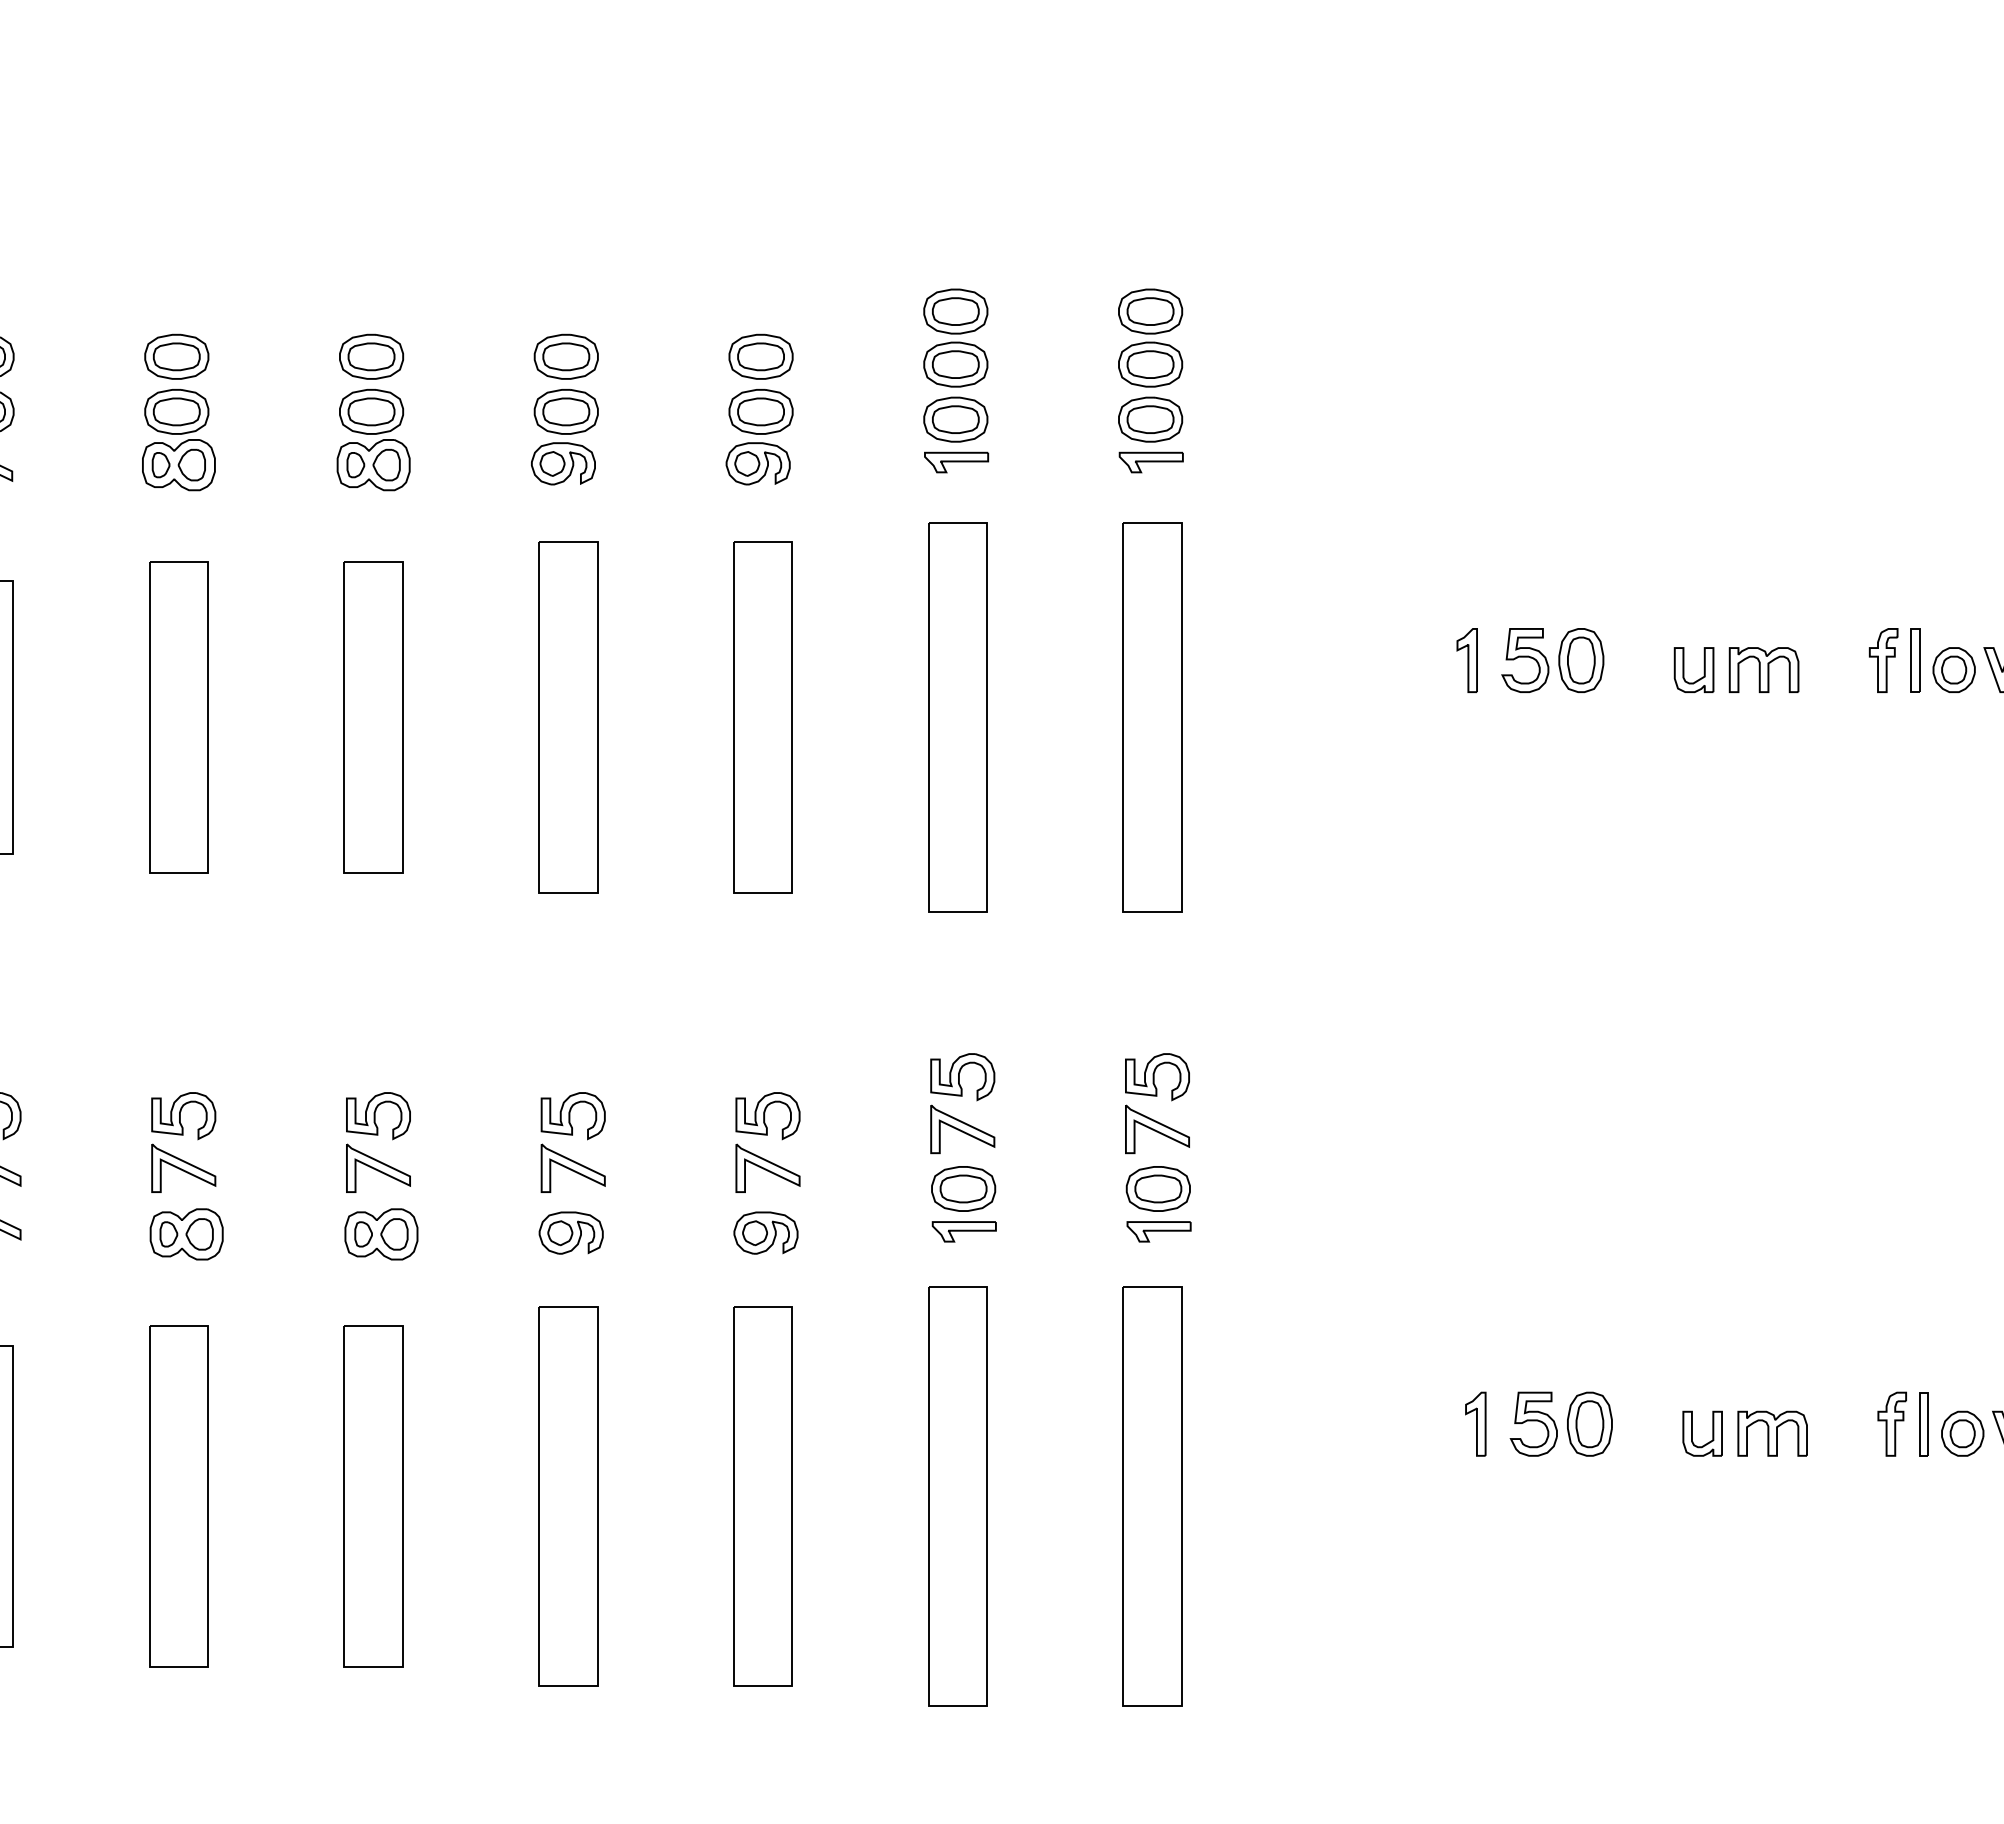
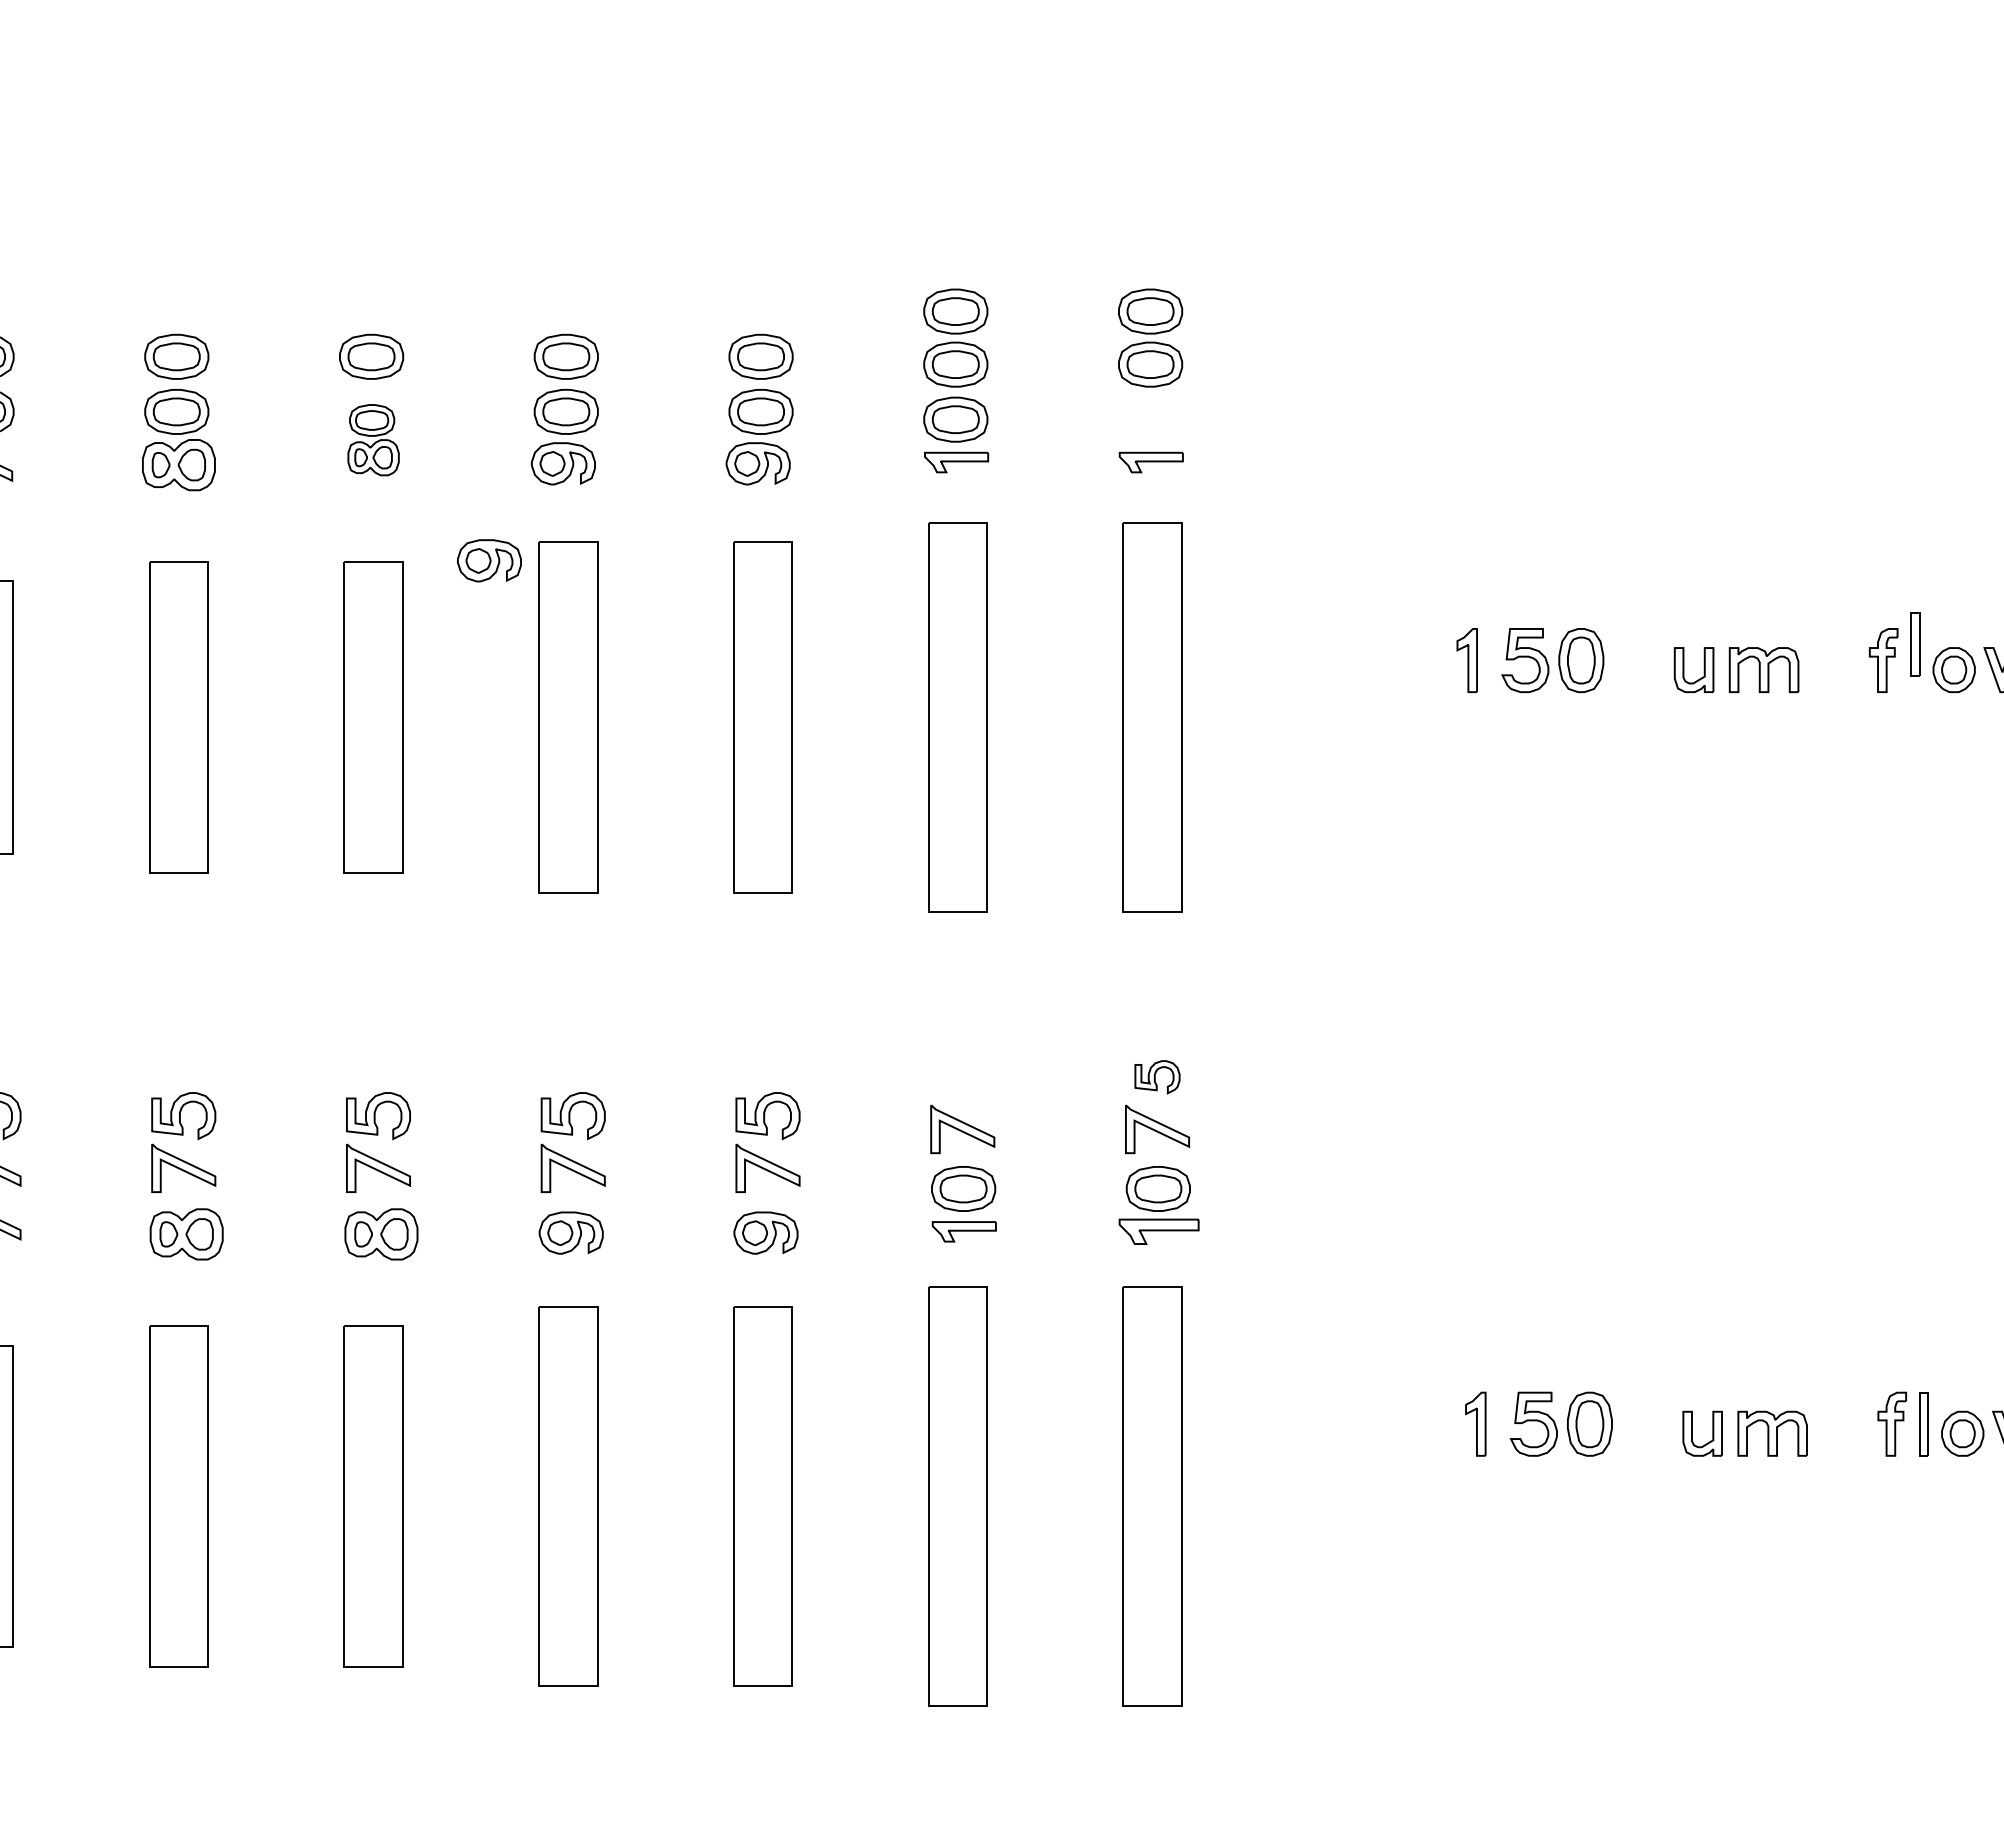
part at (1150, 419): present -> none
part at (373, 440) size: 75x103 px -> 53x73 px
part at (489, 560): none -> present
part at (1915, 660) position: (1915, 660) -> (1915, 644)
part at (962, 1077): present -> none
part at (1157, 1077) size: 65x49 px -> 47x35 px
part at (1158, 1231) size: 66x22 px -> 82x27 px
